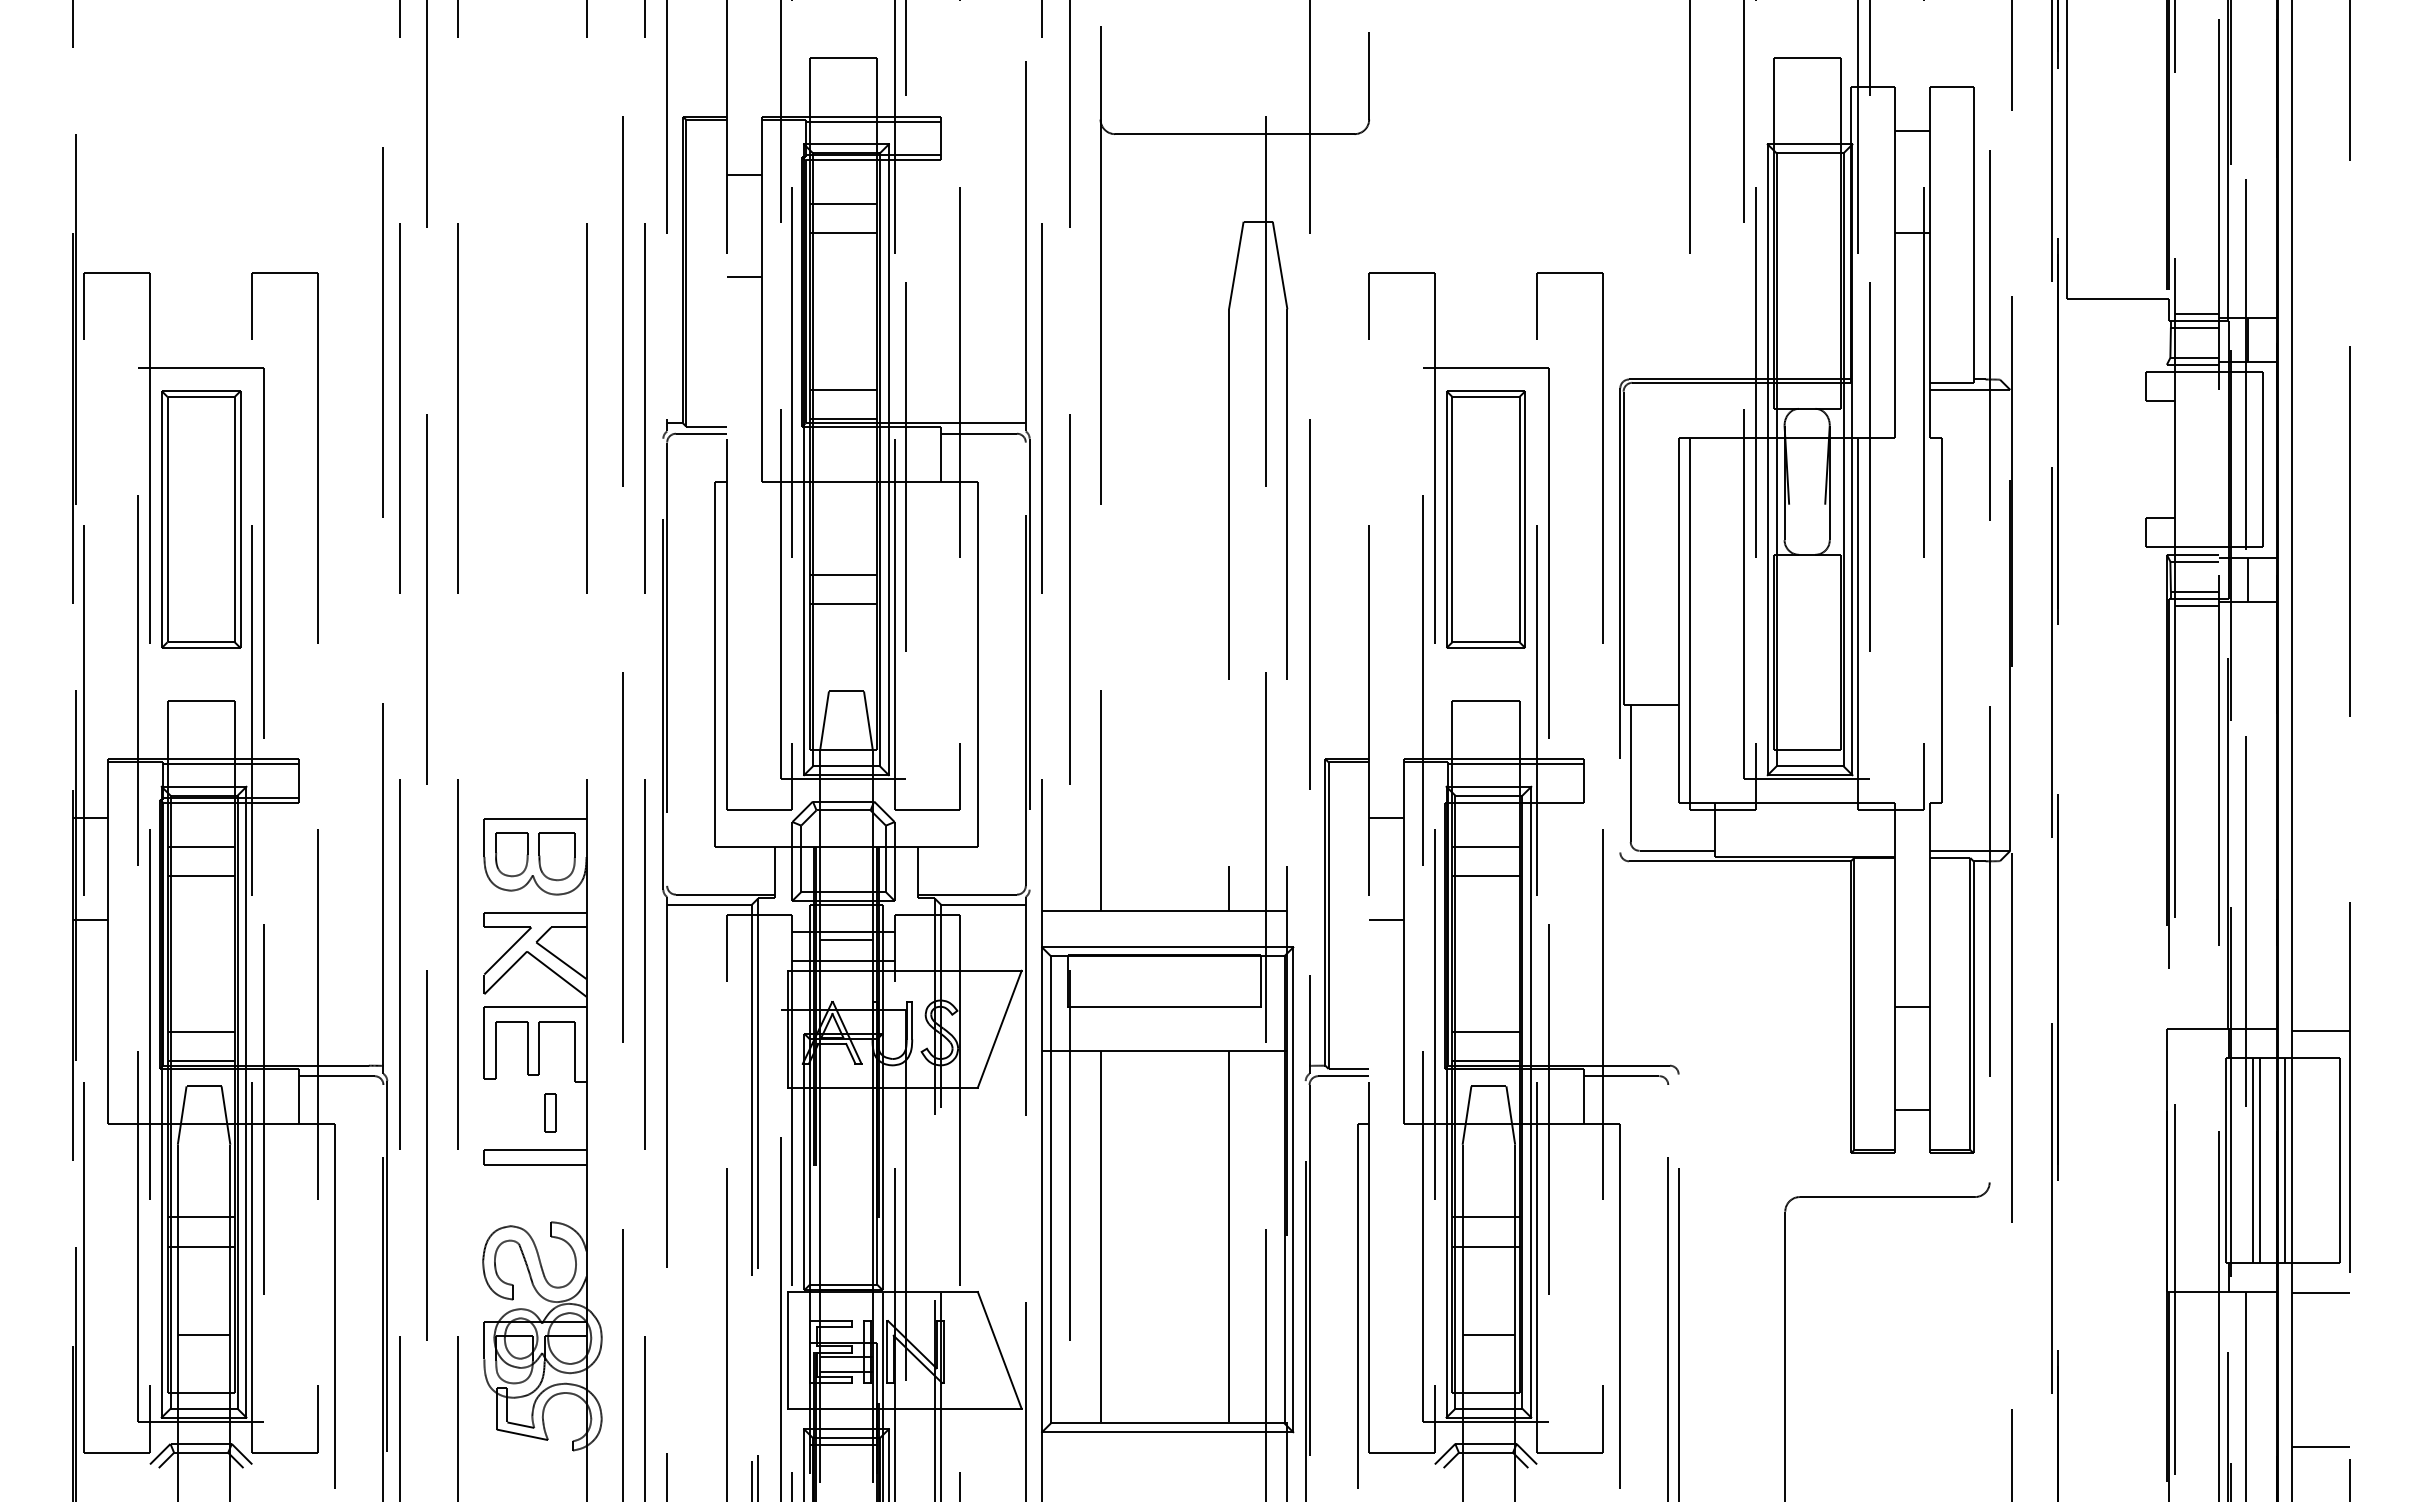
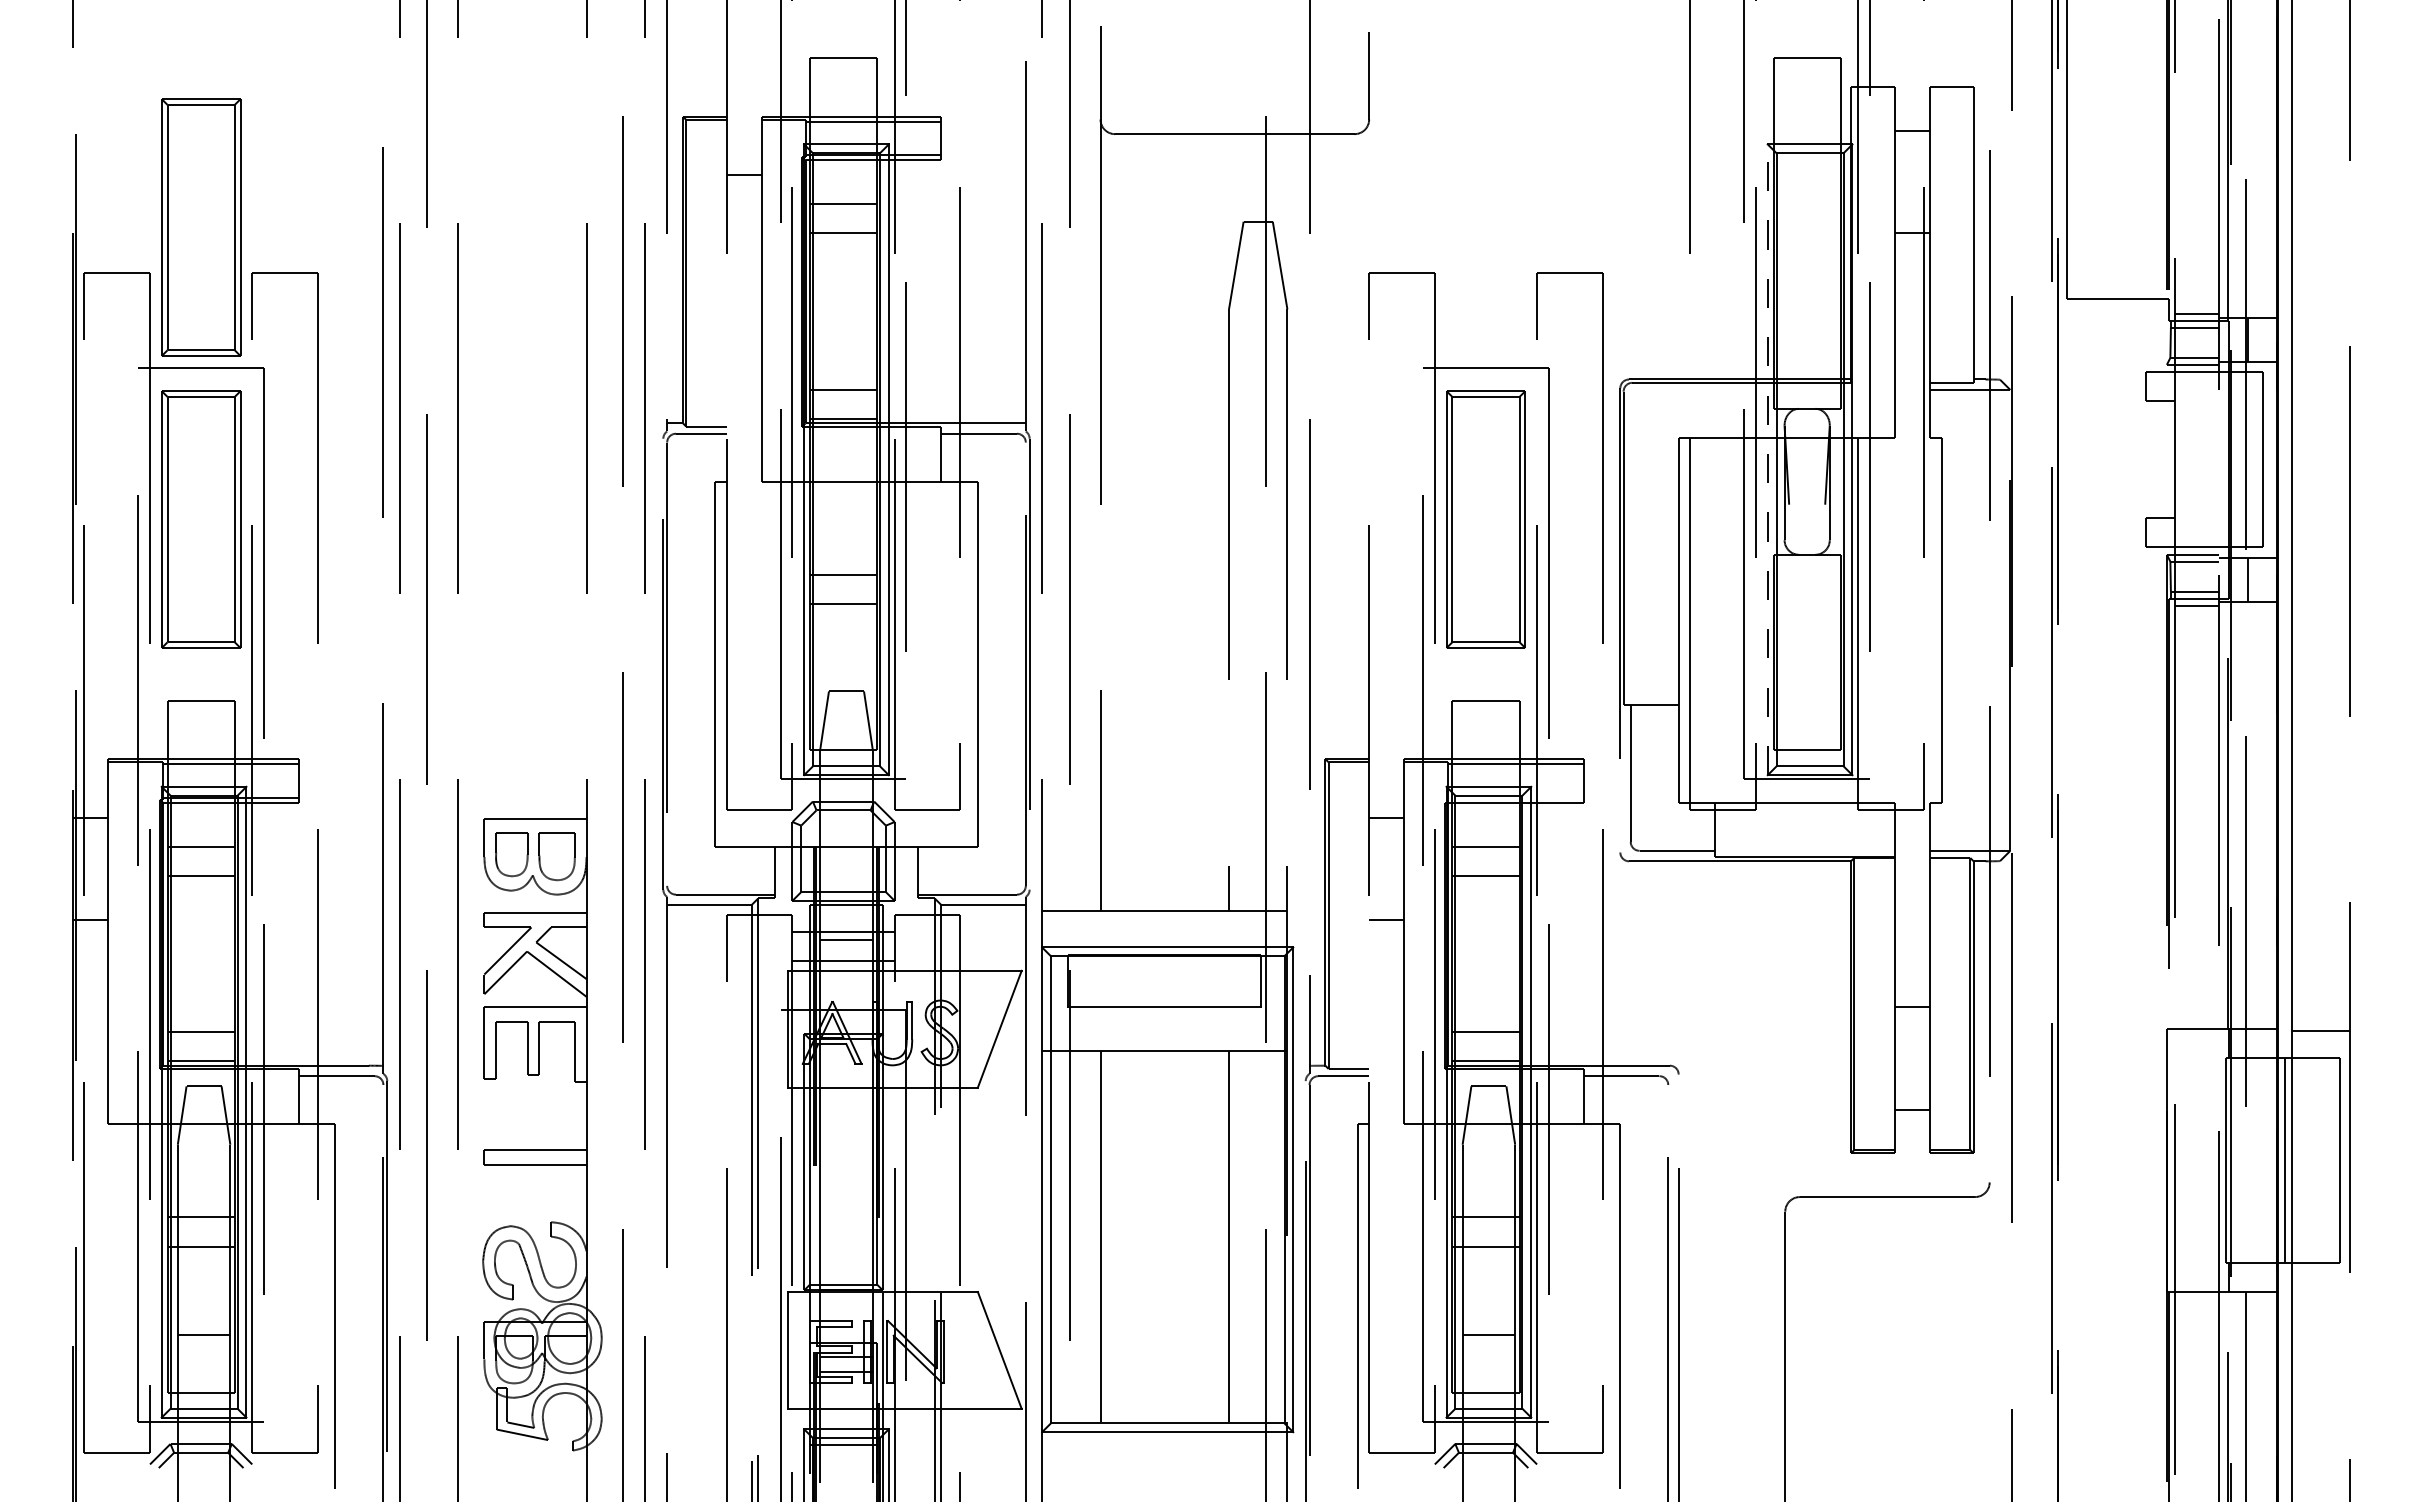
part at (201, 227): none -> present
line at (743, 277): present -> none
line at (1767, 459): solid -> dashed
part at (550, 1112): present -> none
line at (2252, 1160): present -> none
line at (2259, 1160): present -> none
line at (2320, 1293): present -> none
line at (2320, 1446): present -> none
